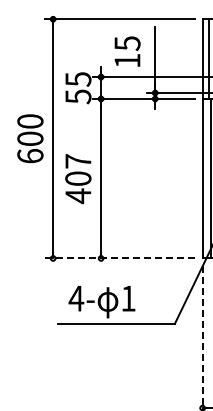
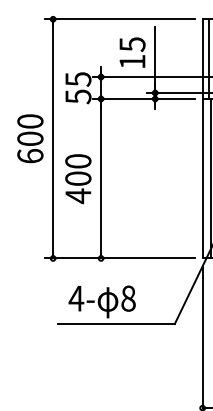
text at (127, 51) position: (127, 51) -> (132, 52)
text at (78, 161): 407 -> 400
line at (119, 258): dashed -> solid
text at (128, 298): 1 -> 8
line at (202, 338): dashed -> solid
